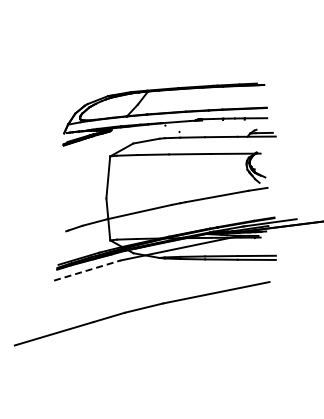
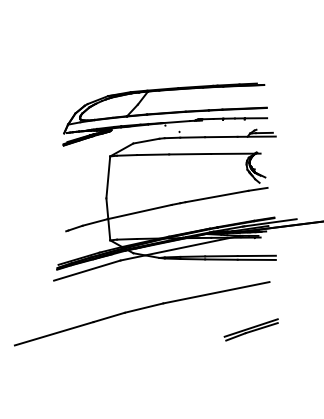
line at (87, 270): dashed -> solid
part at (250, 329): none -> present
